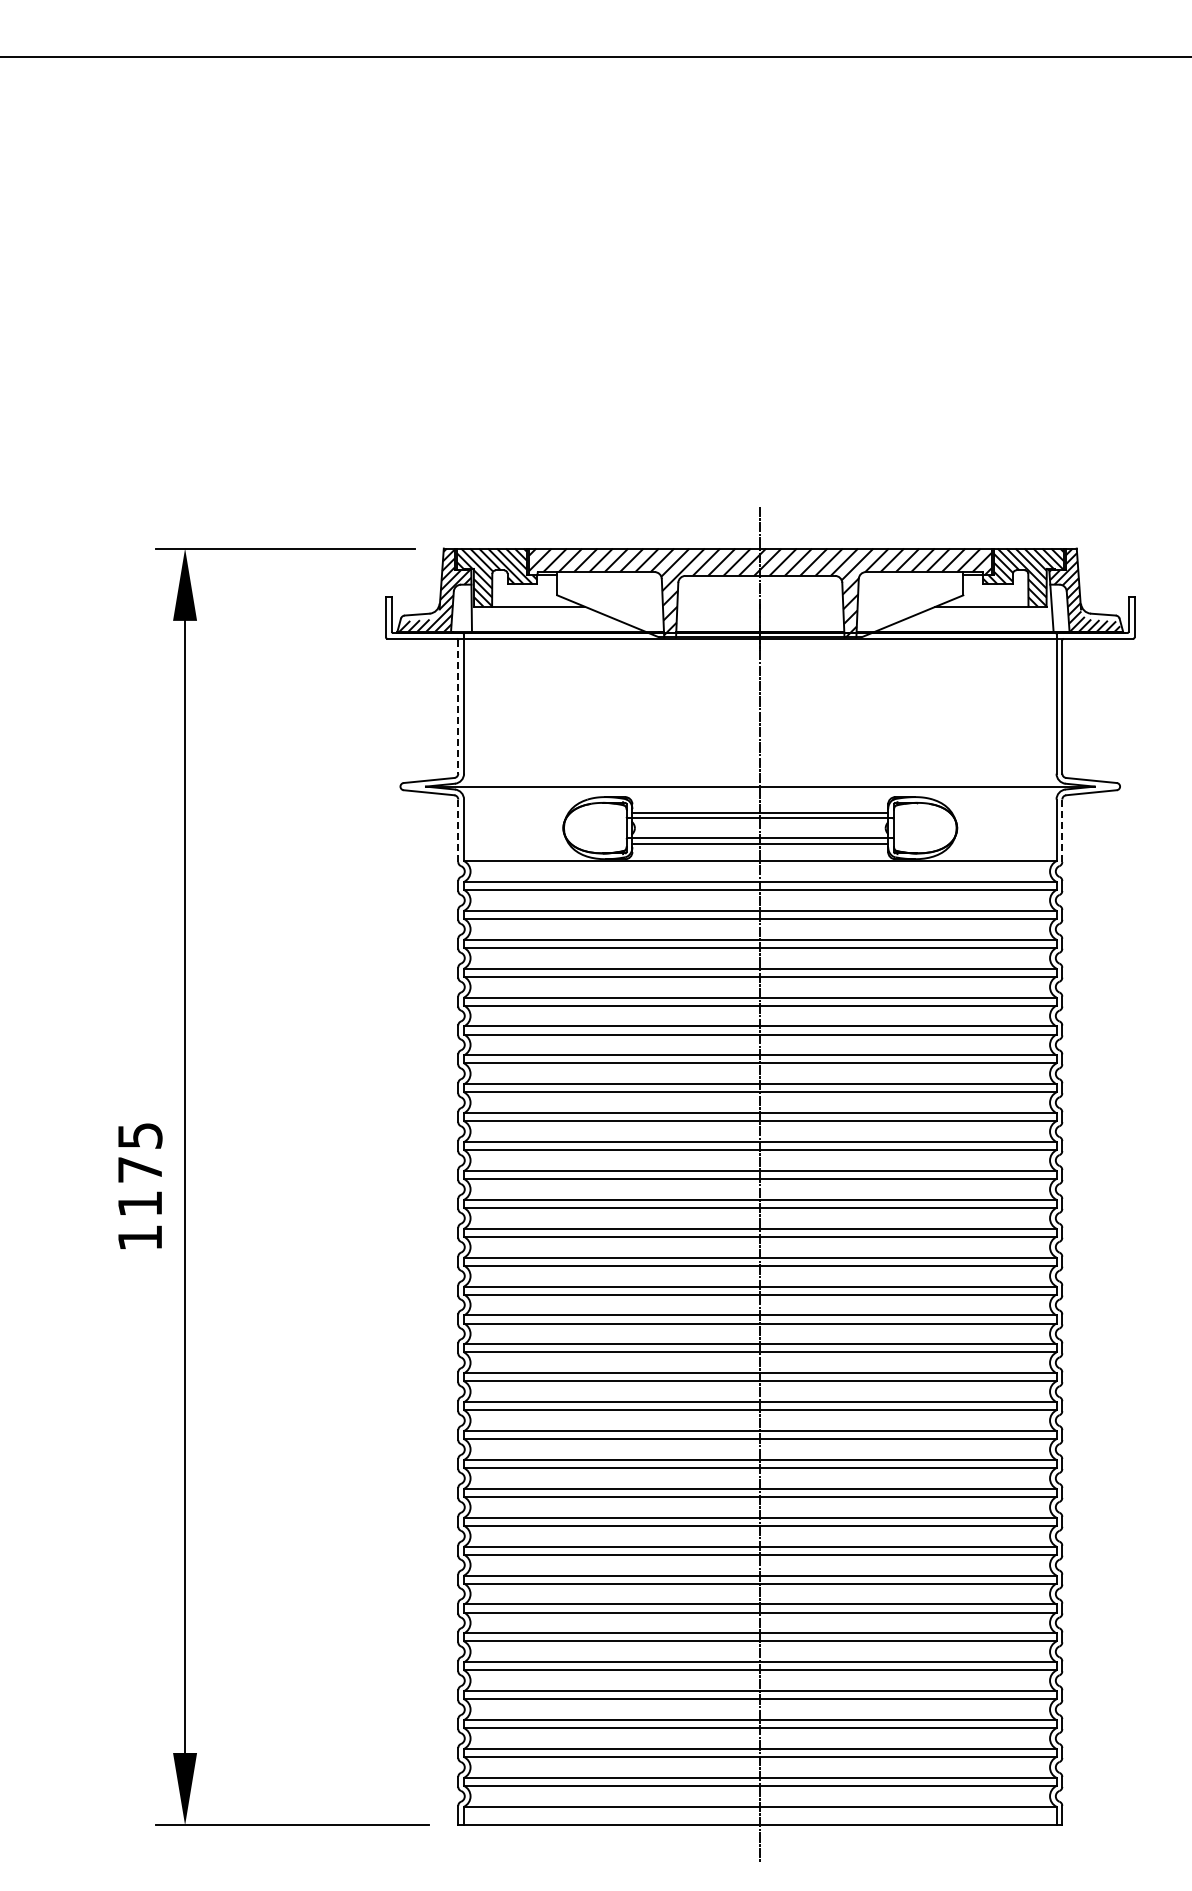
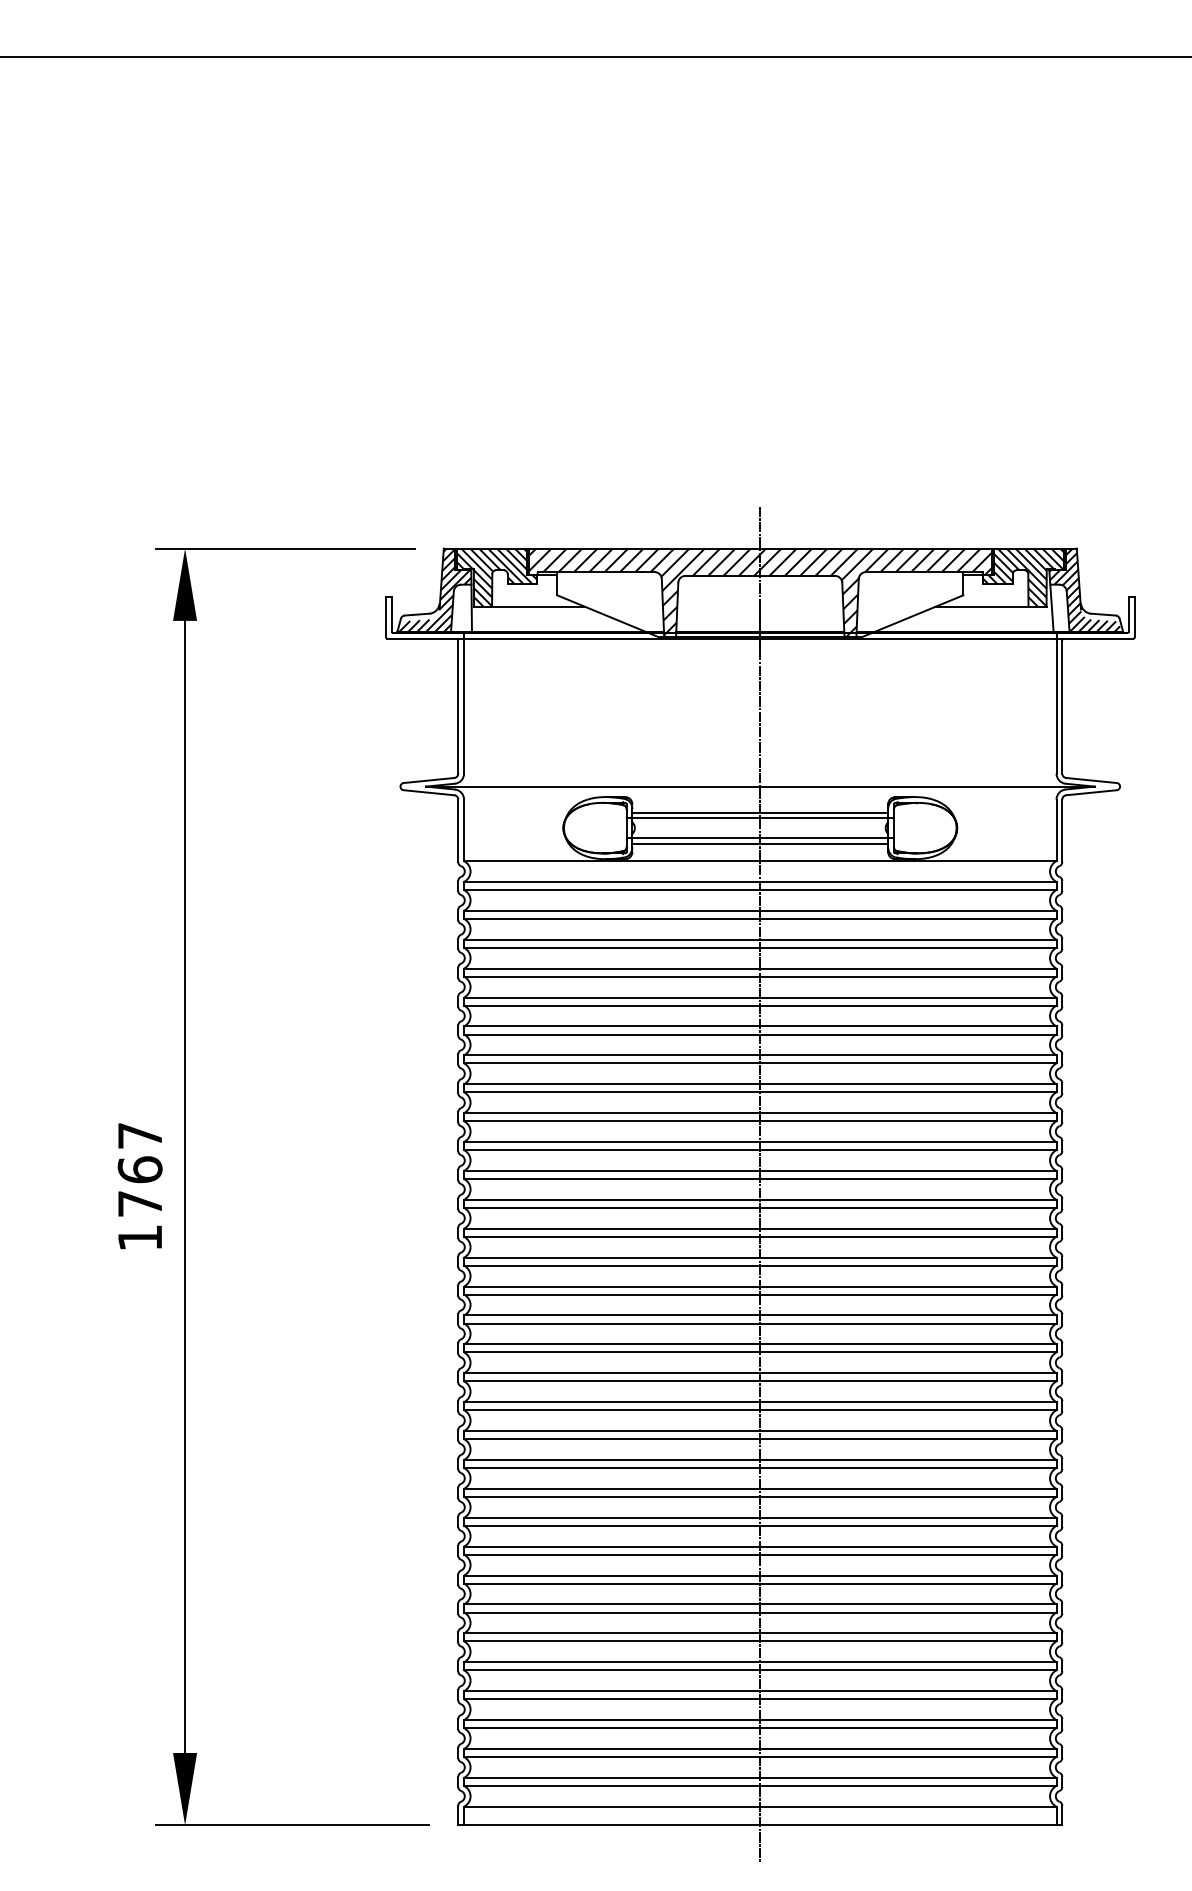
line at (458, 707): dashed -> solid
line at (458, 831): dashed -> solid
line at (1062, 831): dashed -> solid
text at (139, 1169): 1175 -> 1767
